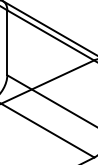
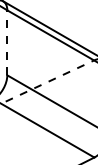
line at (7, 42): solid -> dashed
line at (47, 82): solid -> dashed
